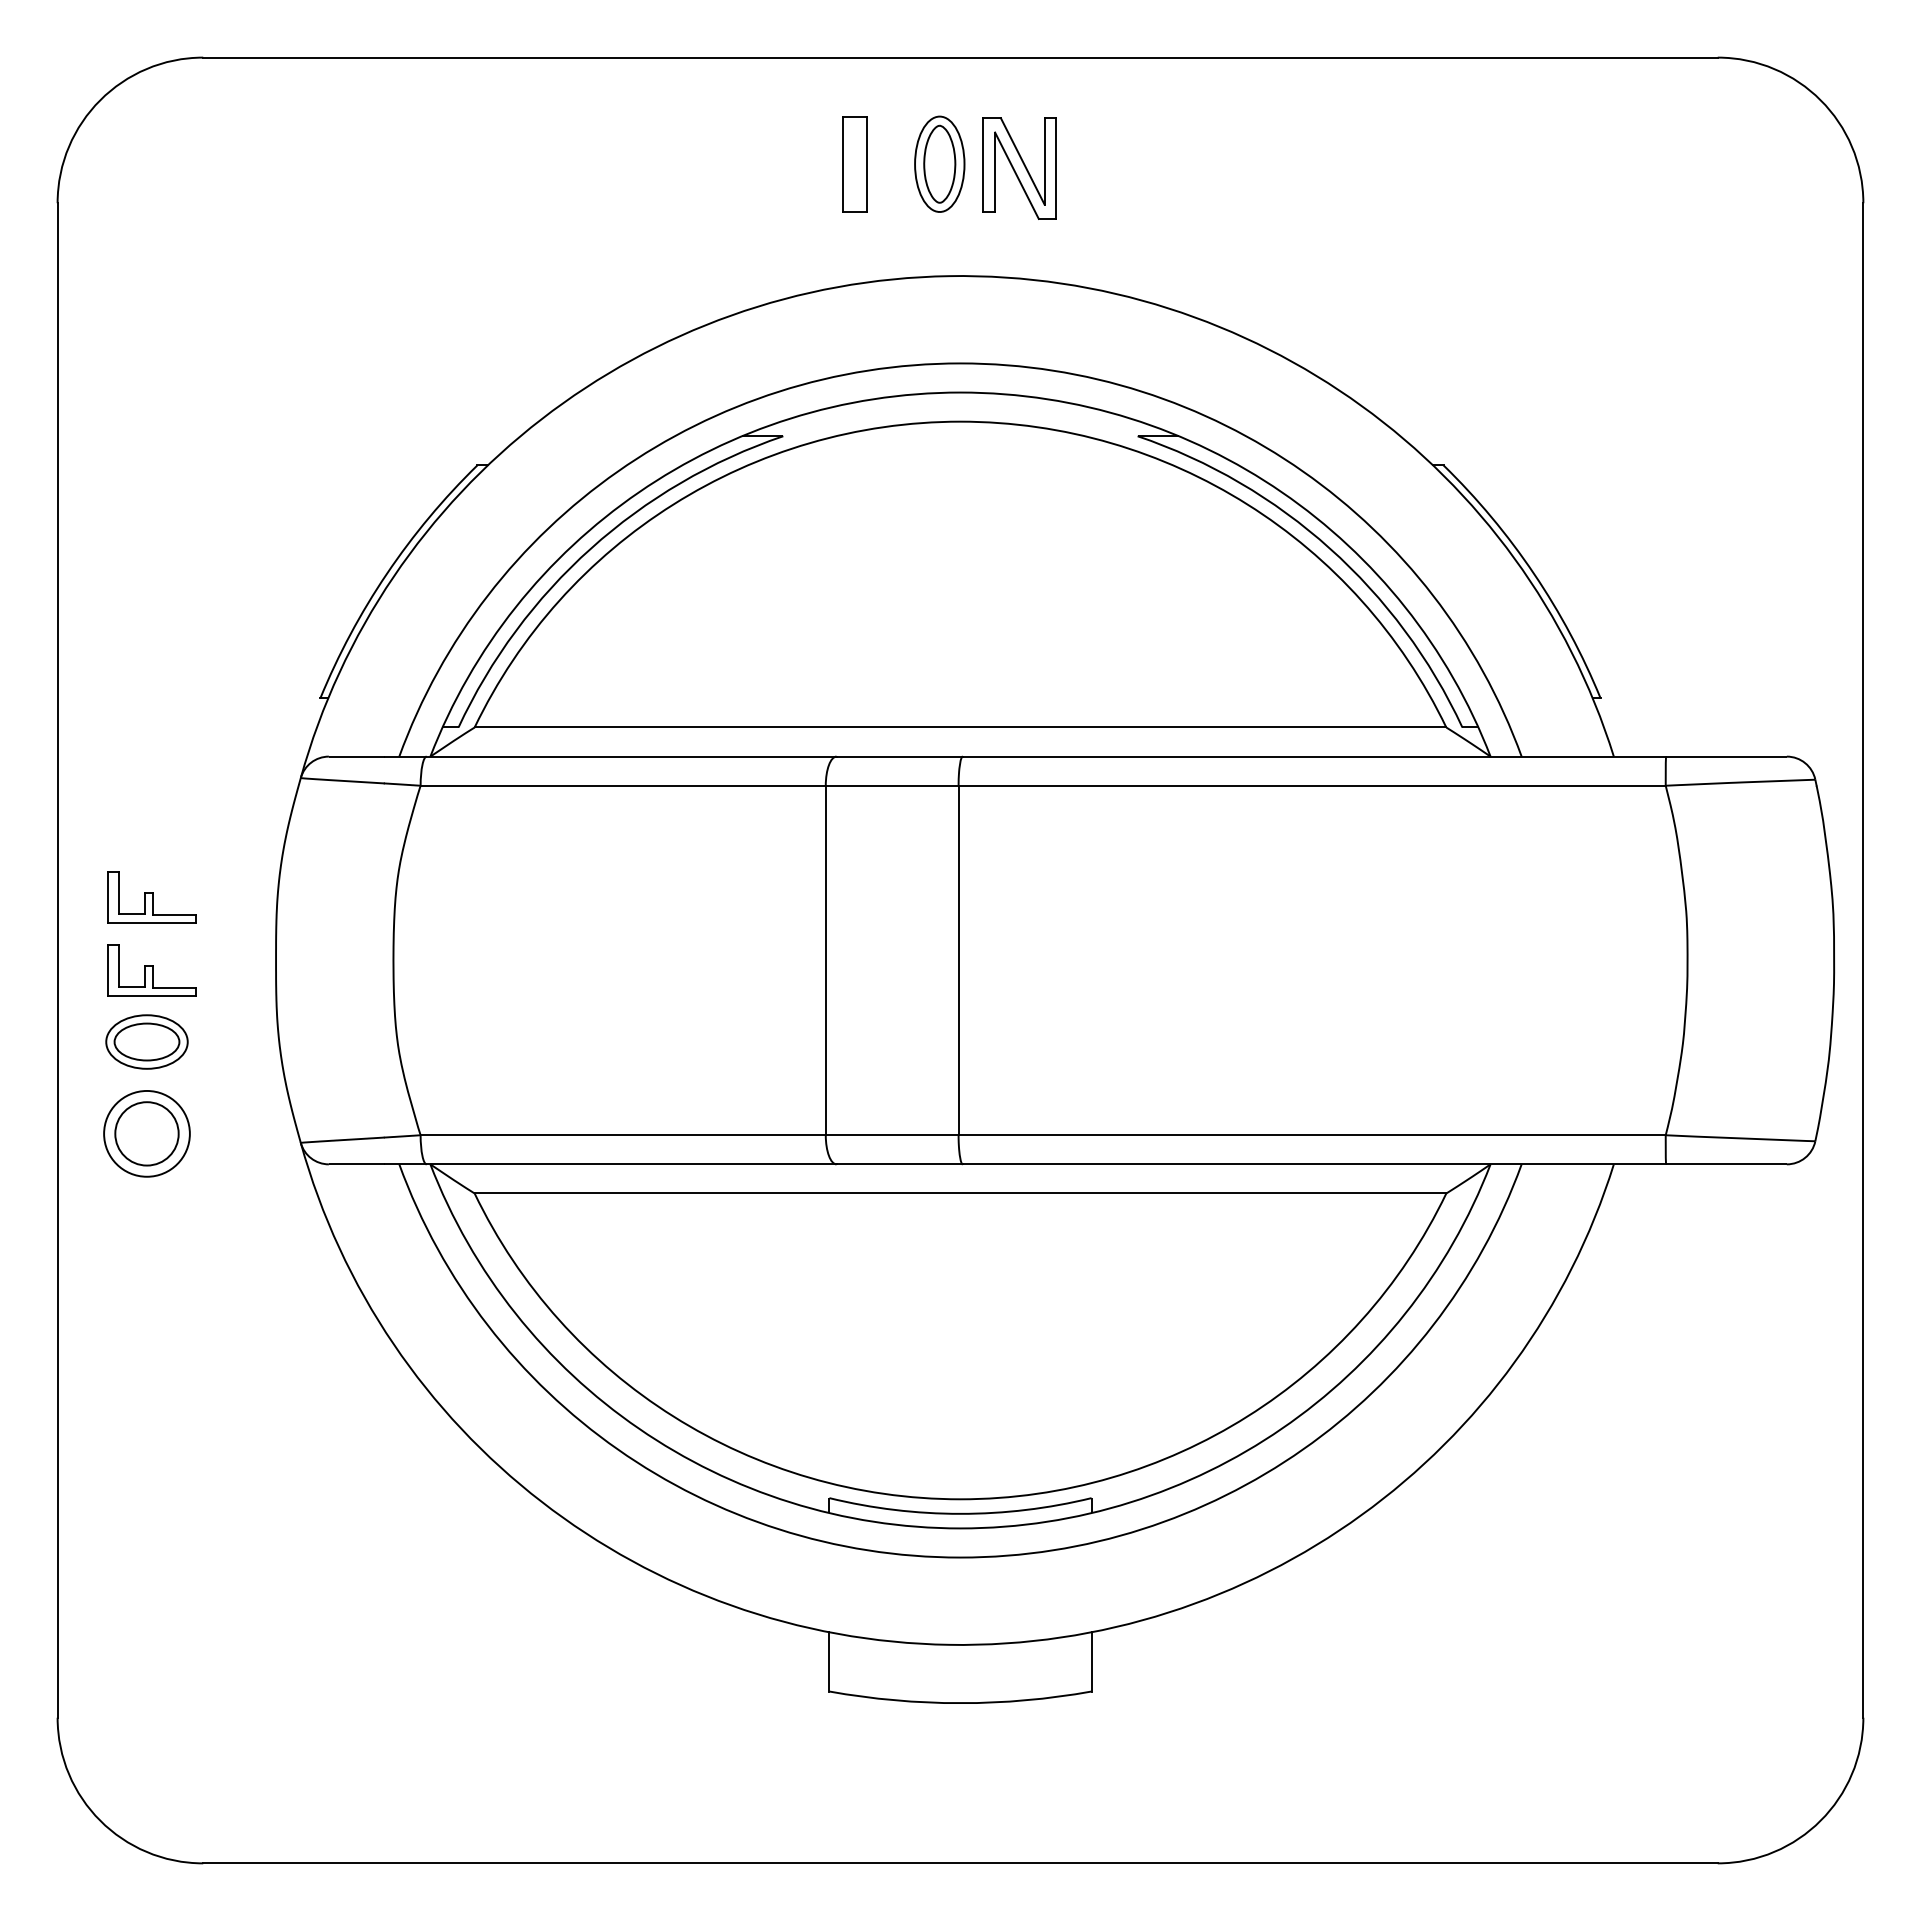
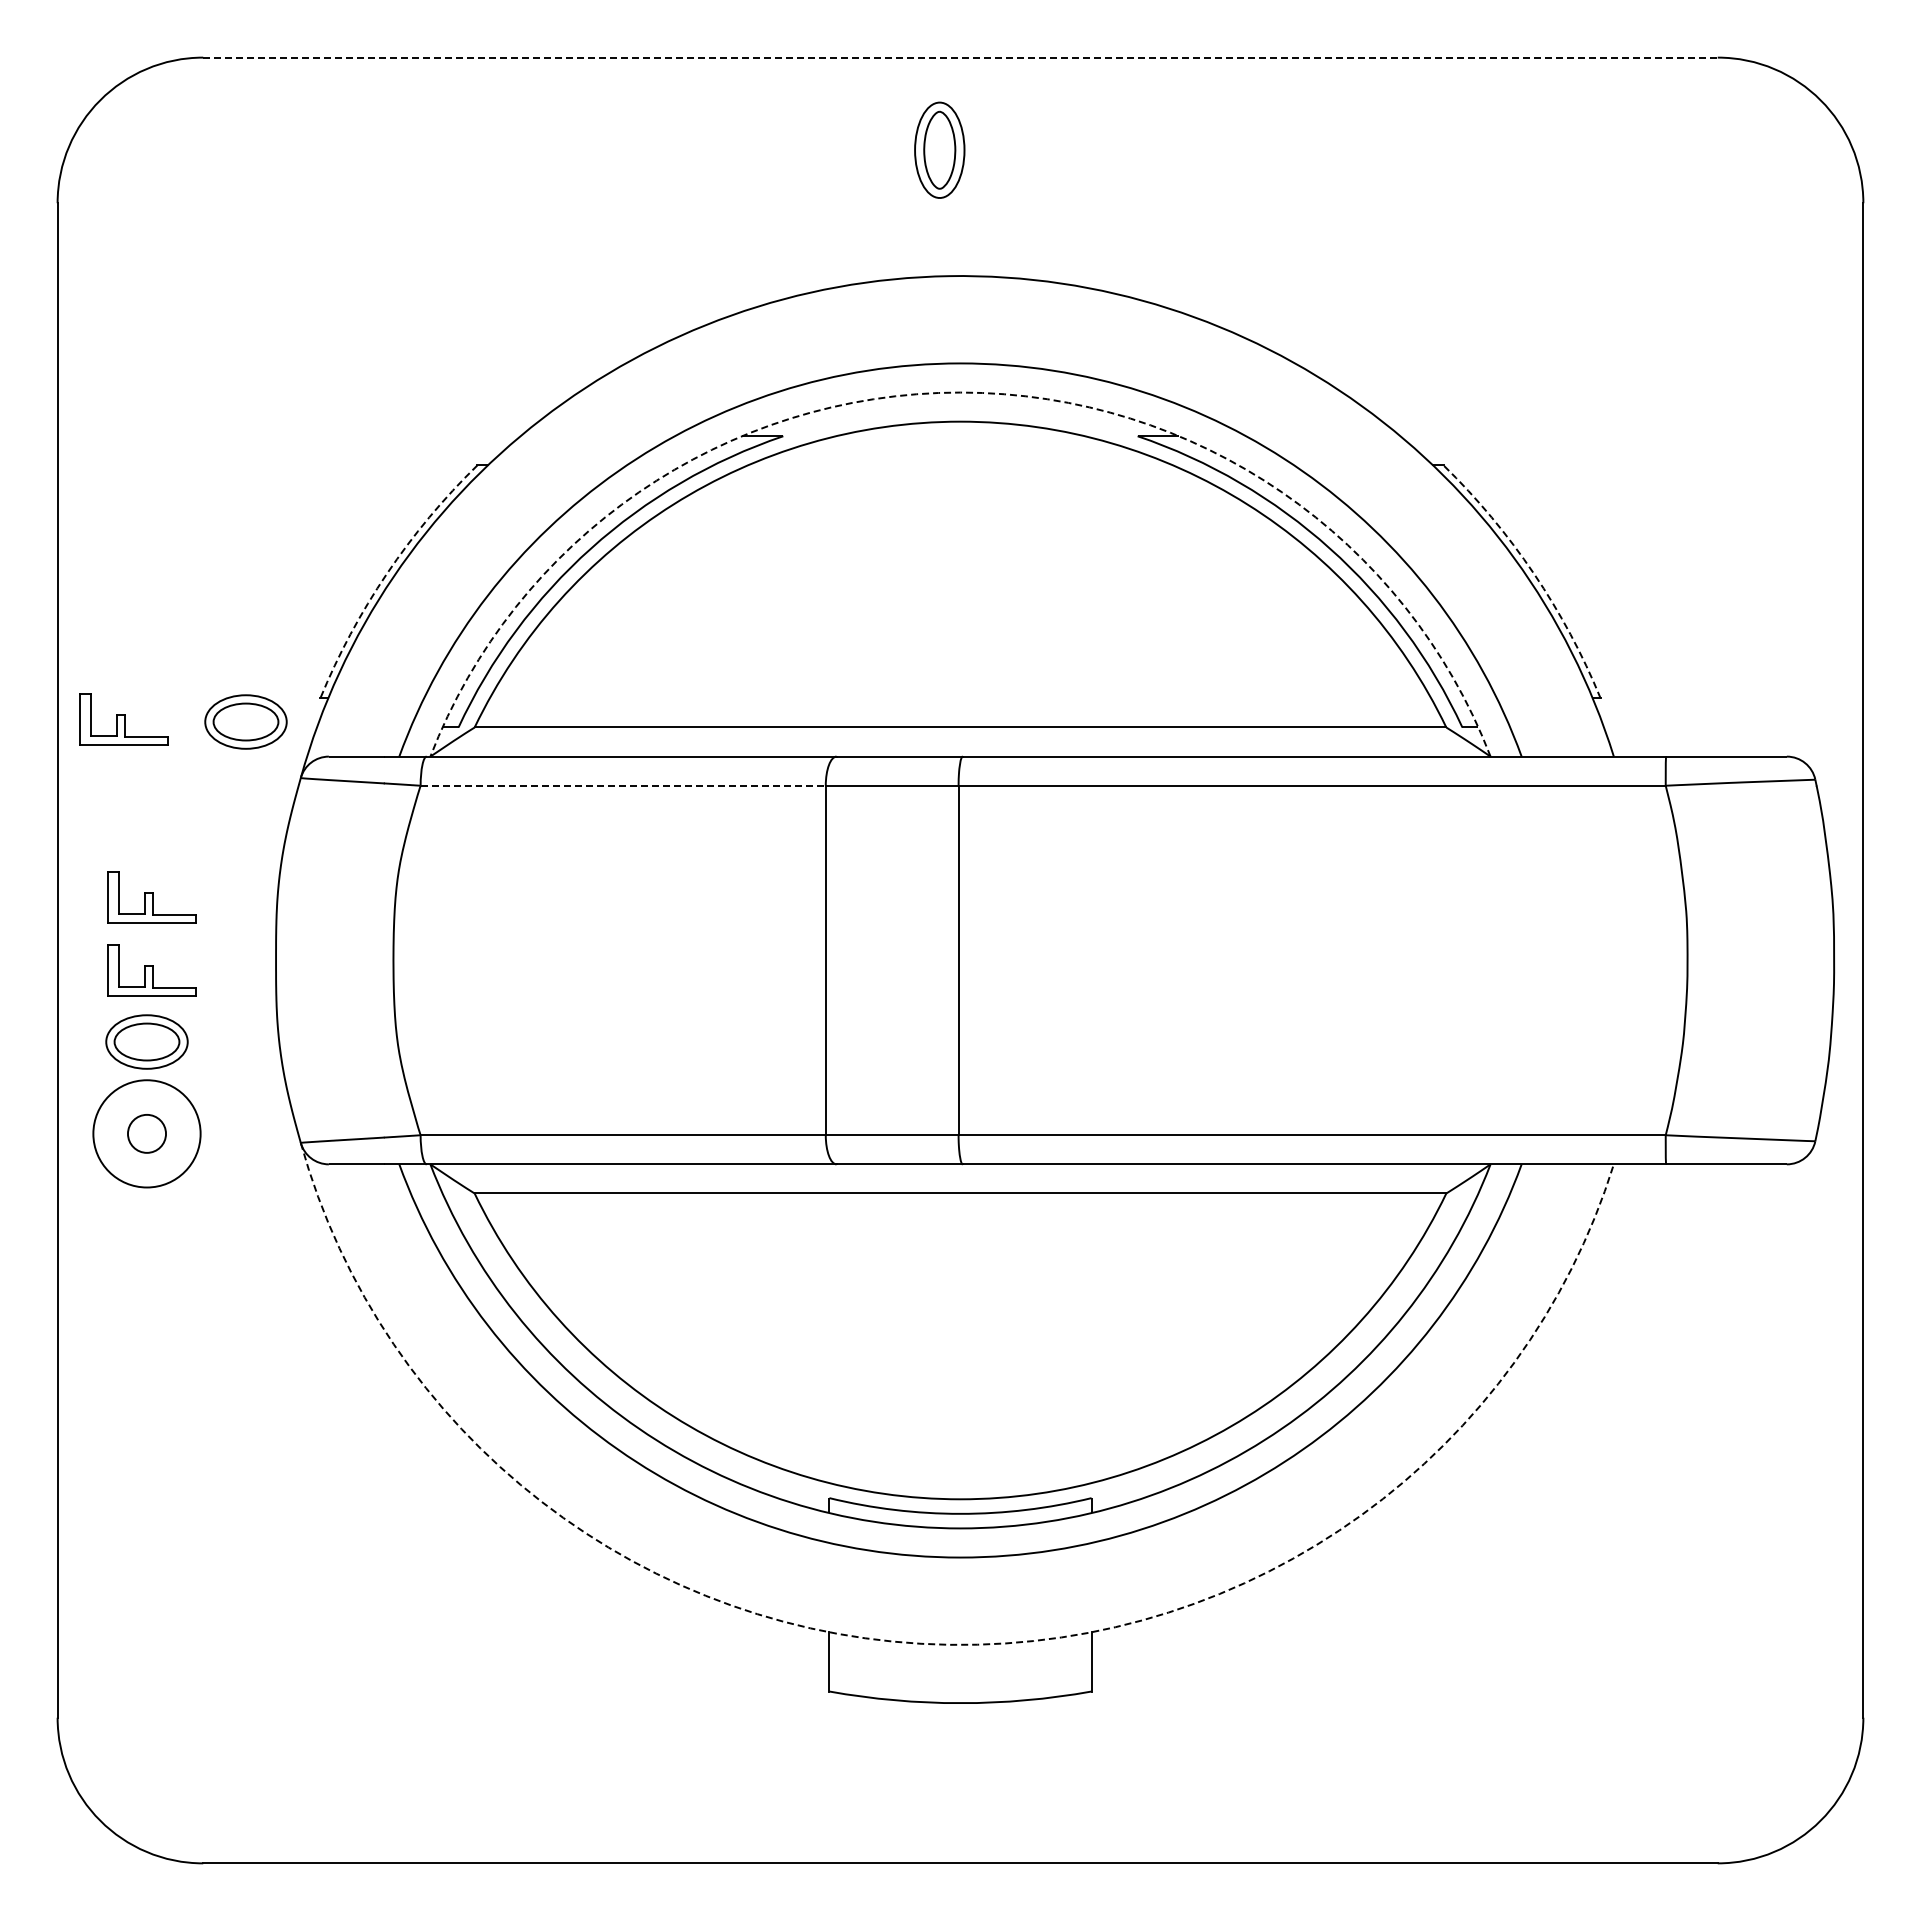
line at (960, 57): solid -> dashed
part at (939, 163) position: (939, 163) -> (939, 149)
part at (854, 164): present -> none
part at (1019, 168): present -> none
arc at (960, 392): solid -> dashed
arc at (386, 573): solid -> dashed
arc at (1534, 573): solid -> dashed
part at (123, 719): none -> present
part at (245, 721): none -> present
line at (623, 785): solid -> dashed
circle at (146, 1133) diameter: 63 px -> 38 px
circle at (146, 1133) diameter: 86 px -> 107 px
arc at (949, 1644): solid -> dashed
